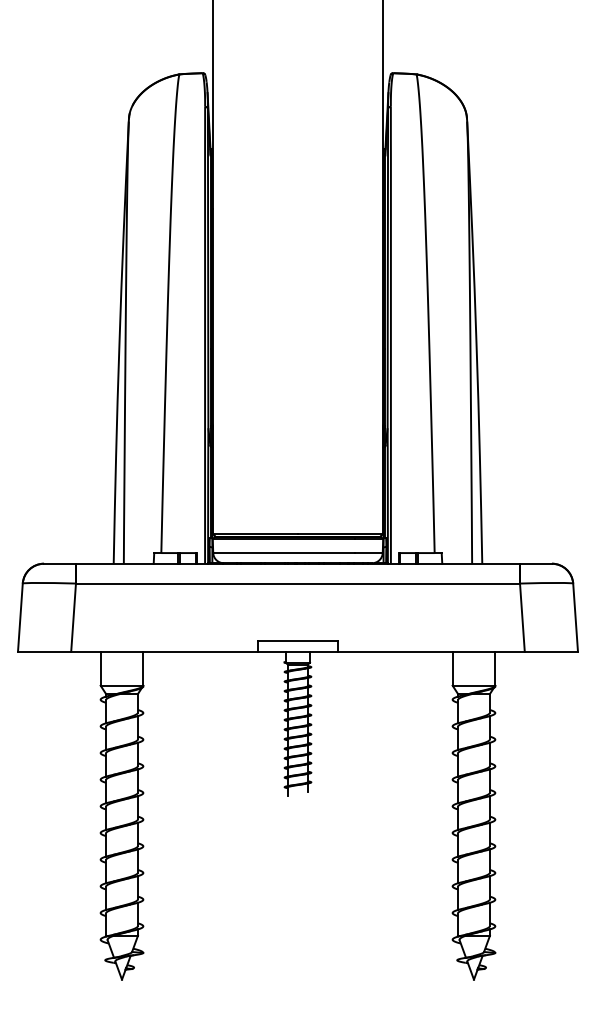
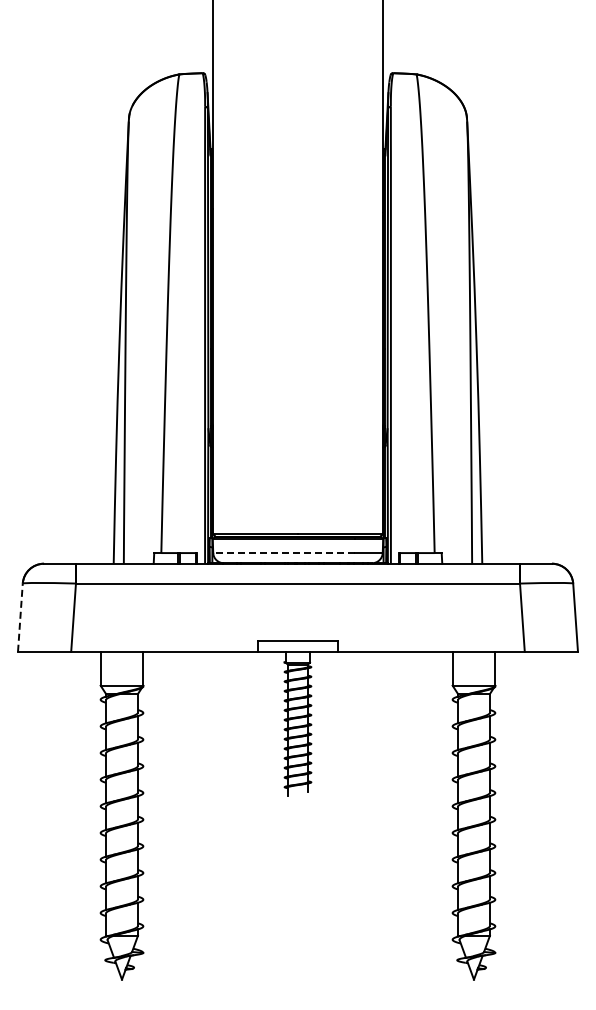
line at (284, 552): solid -> dashed
line at (20, 617): solid -> dashed
